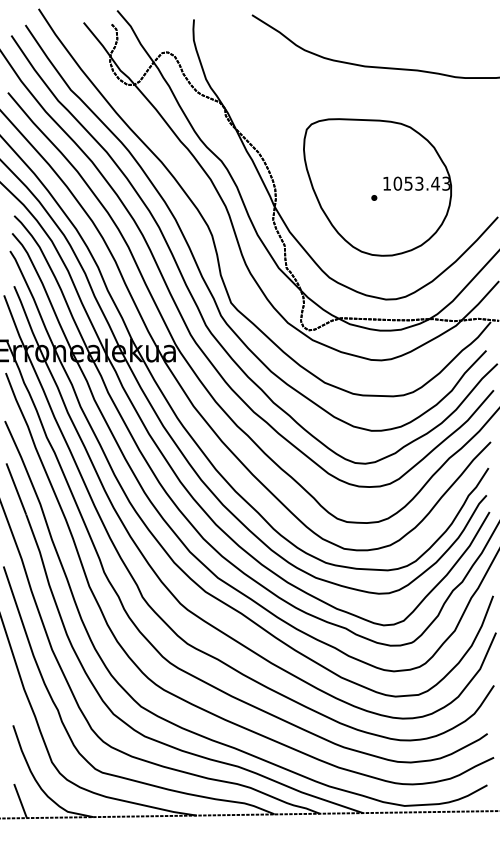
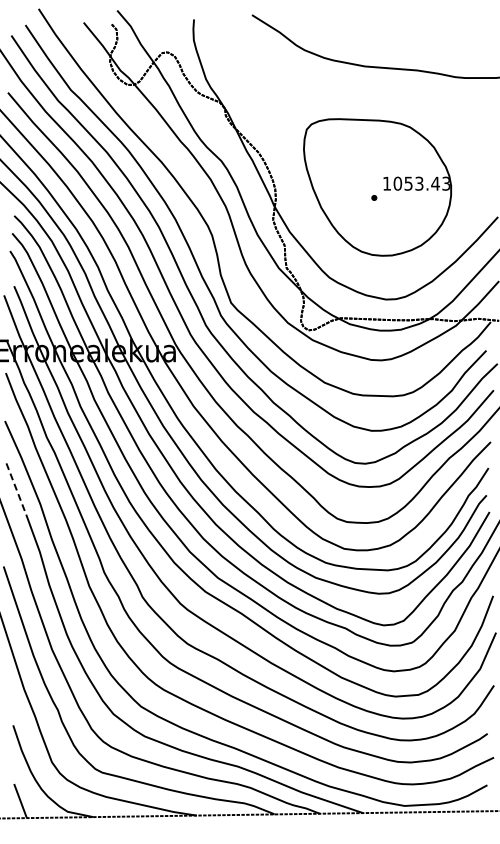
line at (16, 489): solid -> dashed
